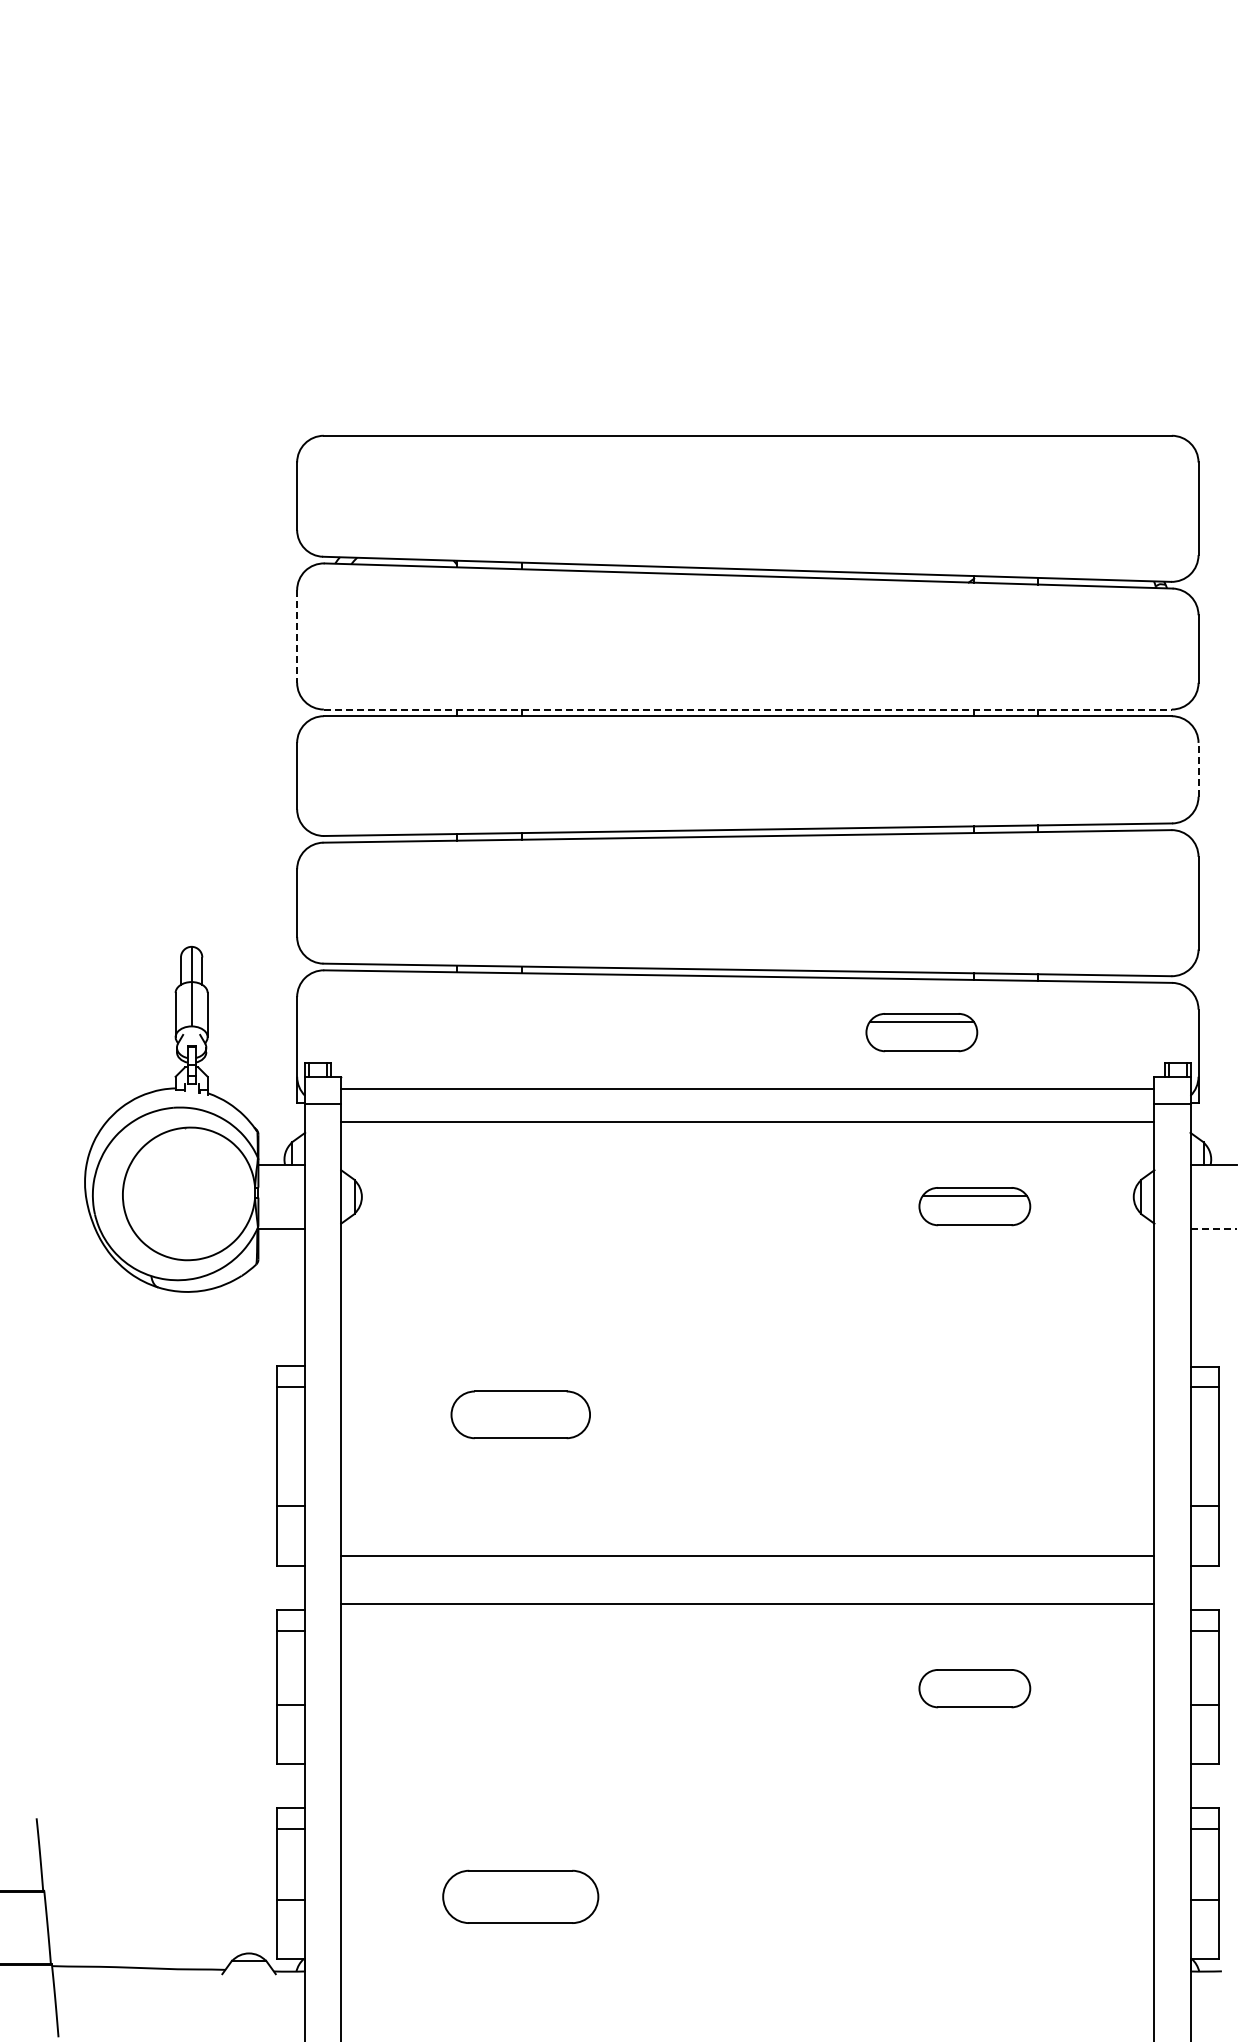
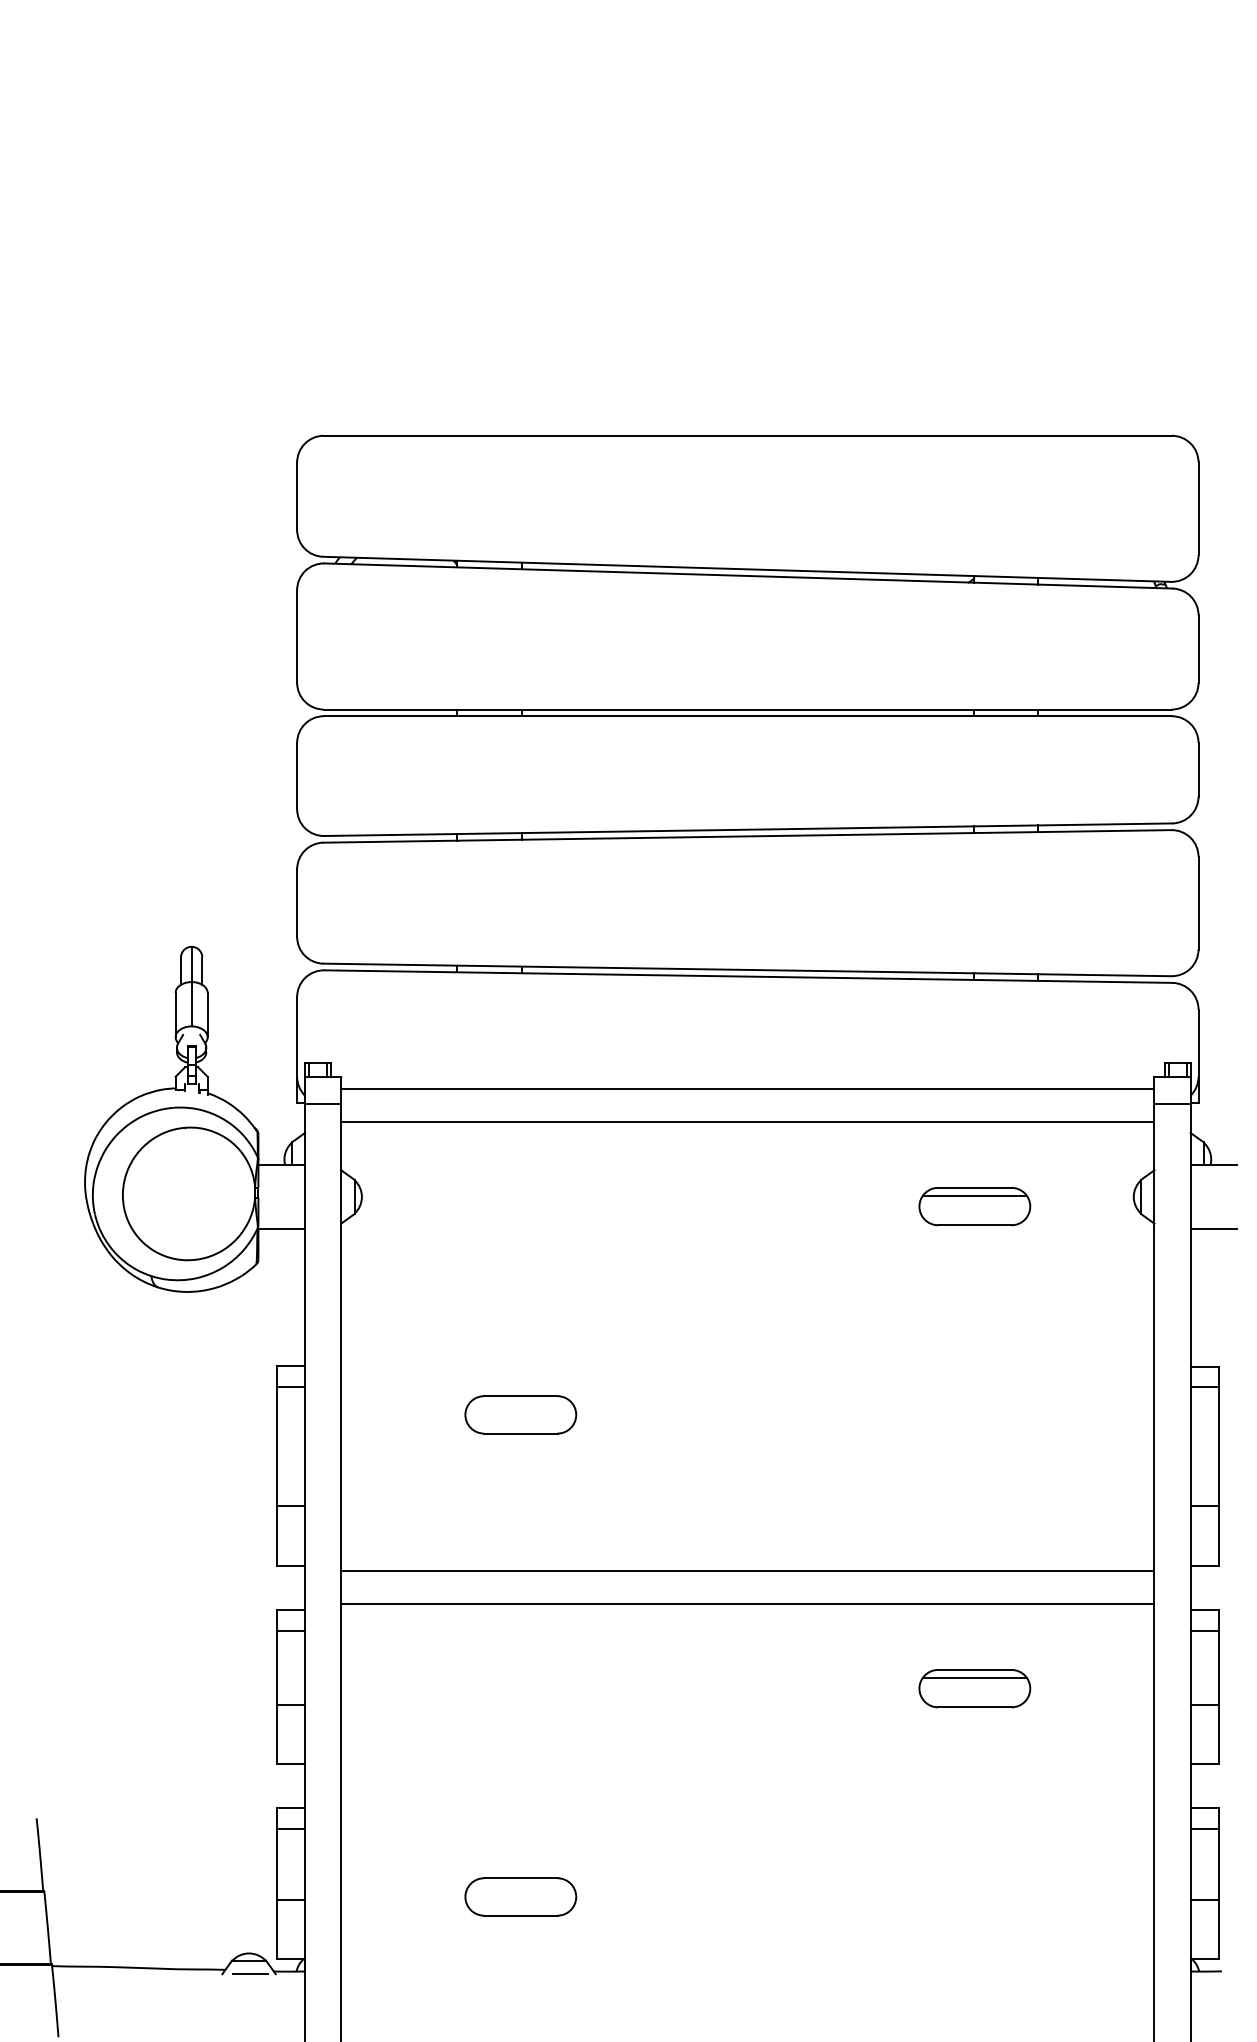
line at (297, 636): dashed -> solid
line at (747, 709): dashed -> solid
line at (1198, 769): dashed -> solid
part at (921, 1032): present -> none
line at (1214, 1229): dashed -> solid
part at (520, 1414) size: 141x50 px -> 114x40 px
line at (747, 1555) position: (747, 1555) -> (747, 1570)
line at (974, 1677): none -> present
part at (520, 1896) size: 158x55 px -> 114x40 px
line at (250, 1974): none -> present
